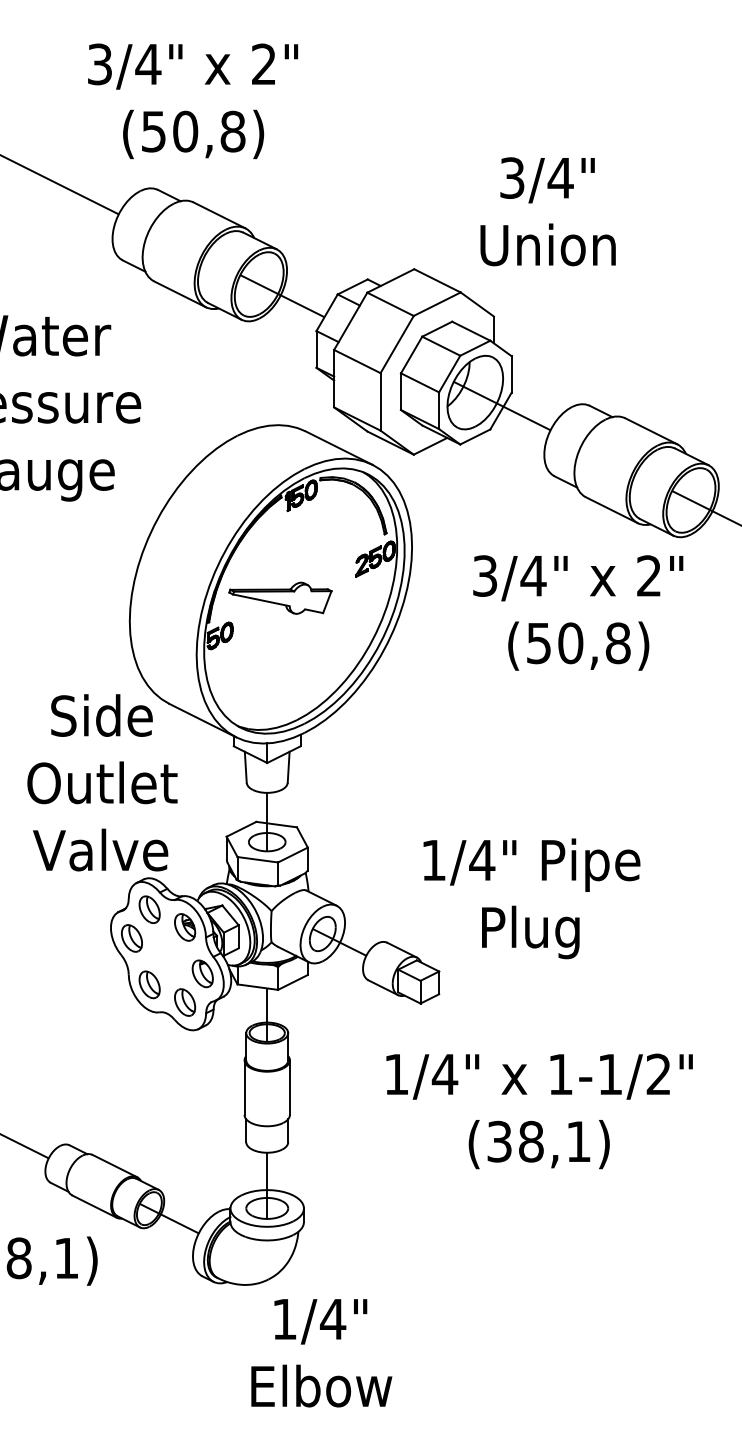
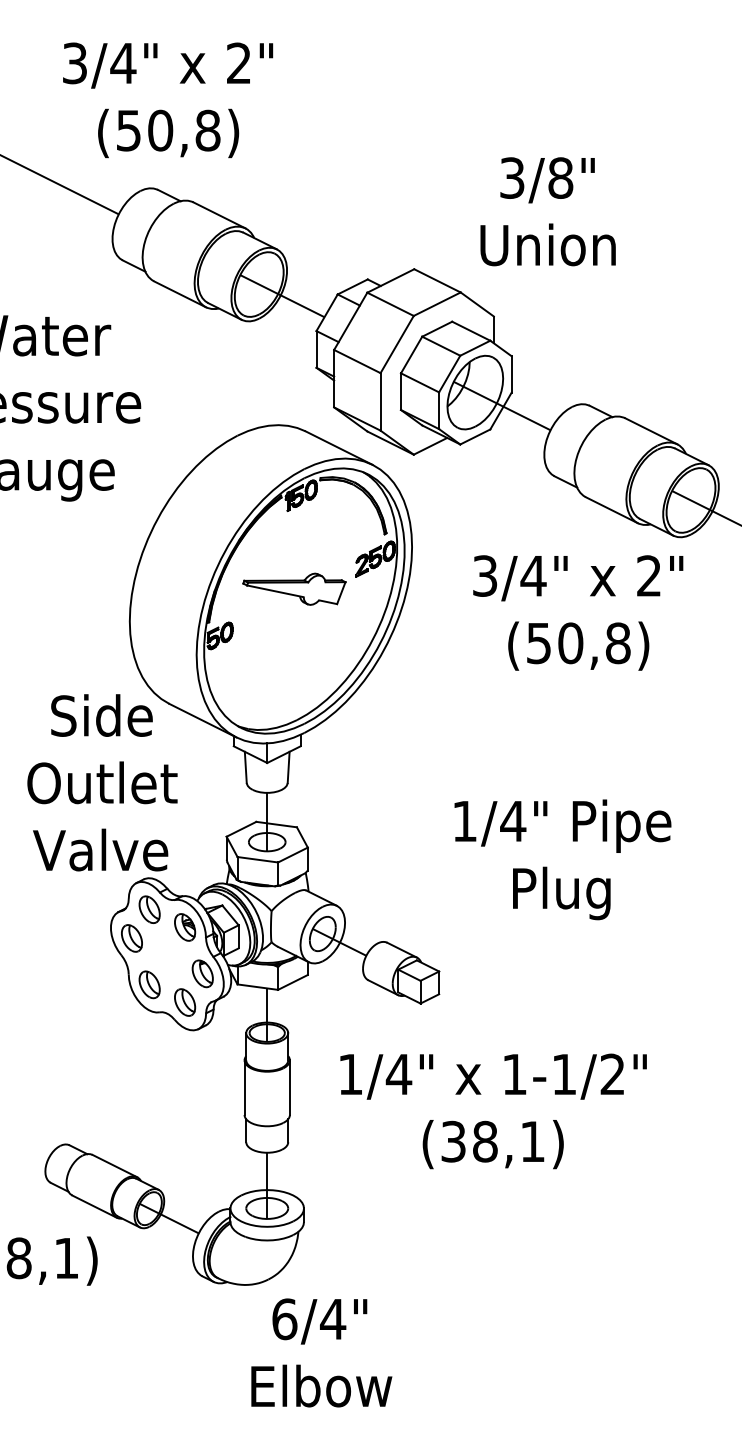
text at (193, 101) position: (193, 101) -> (168, 100)
text at (560, 177): 3/4" -> 3/8"
part at (280, 597) position: (280, 597) -> (294, 588)
text at (531, 898) position: (531, 898) -> (562, 859)
text at (539, 1111) position: (539, 1111) -> (493, 1111)
line at (25, 1146): present -> none
text at (284, 1319): 1/4" -> 6/4"
